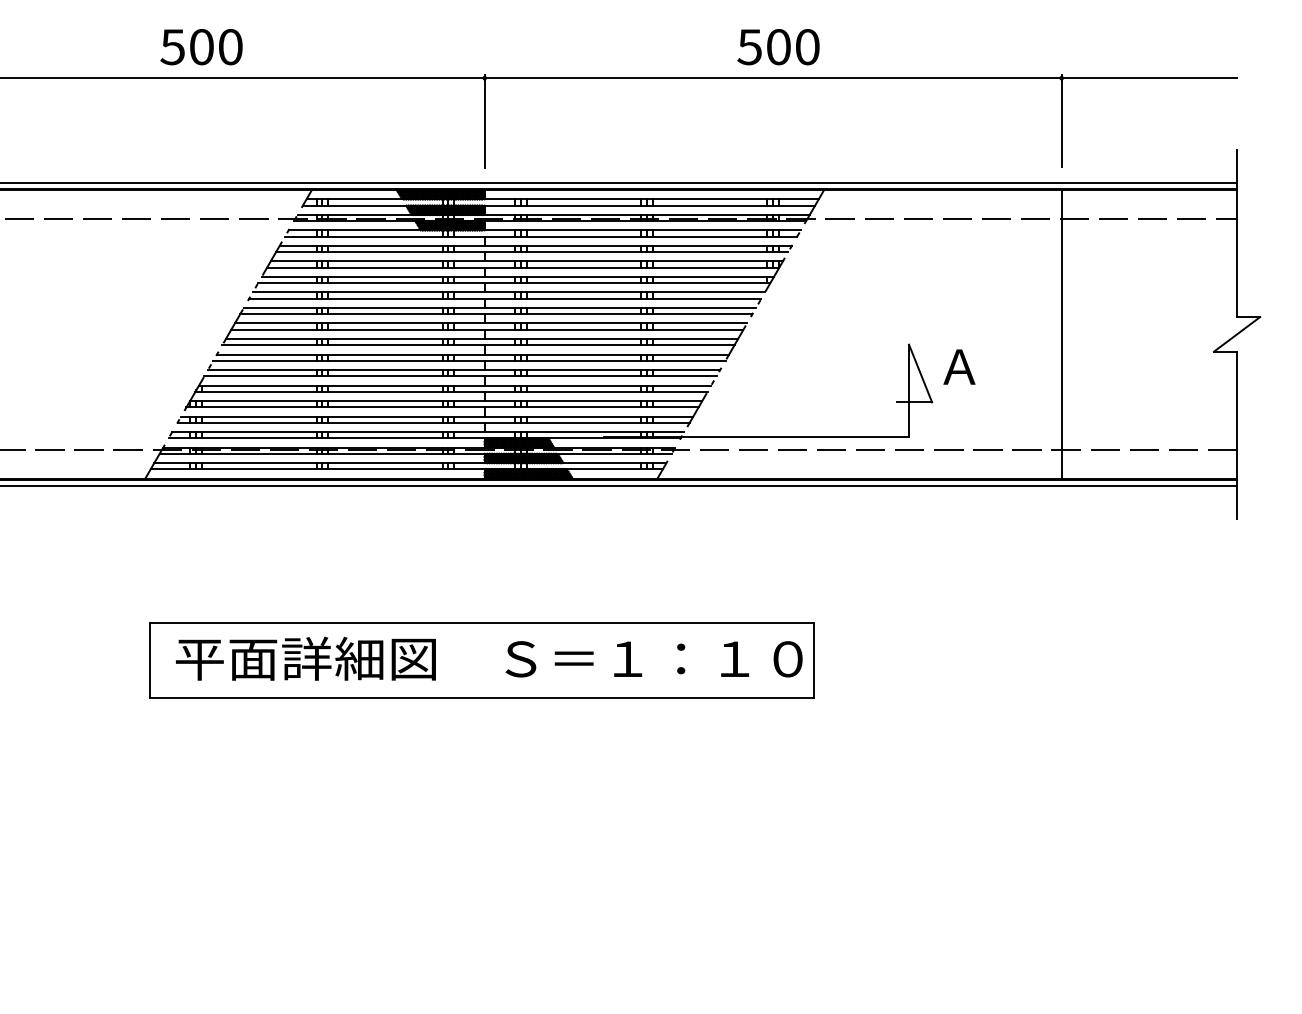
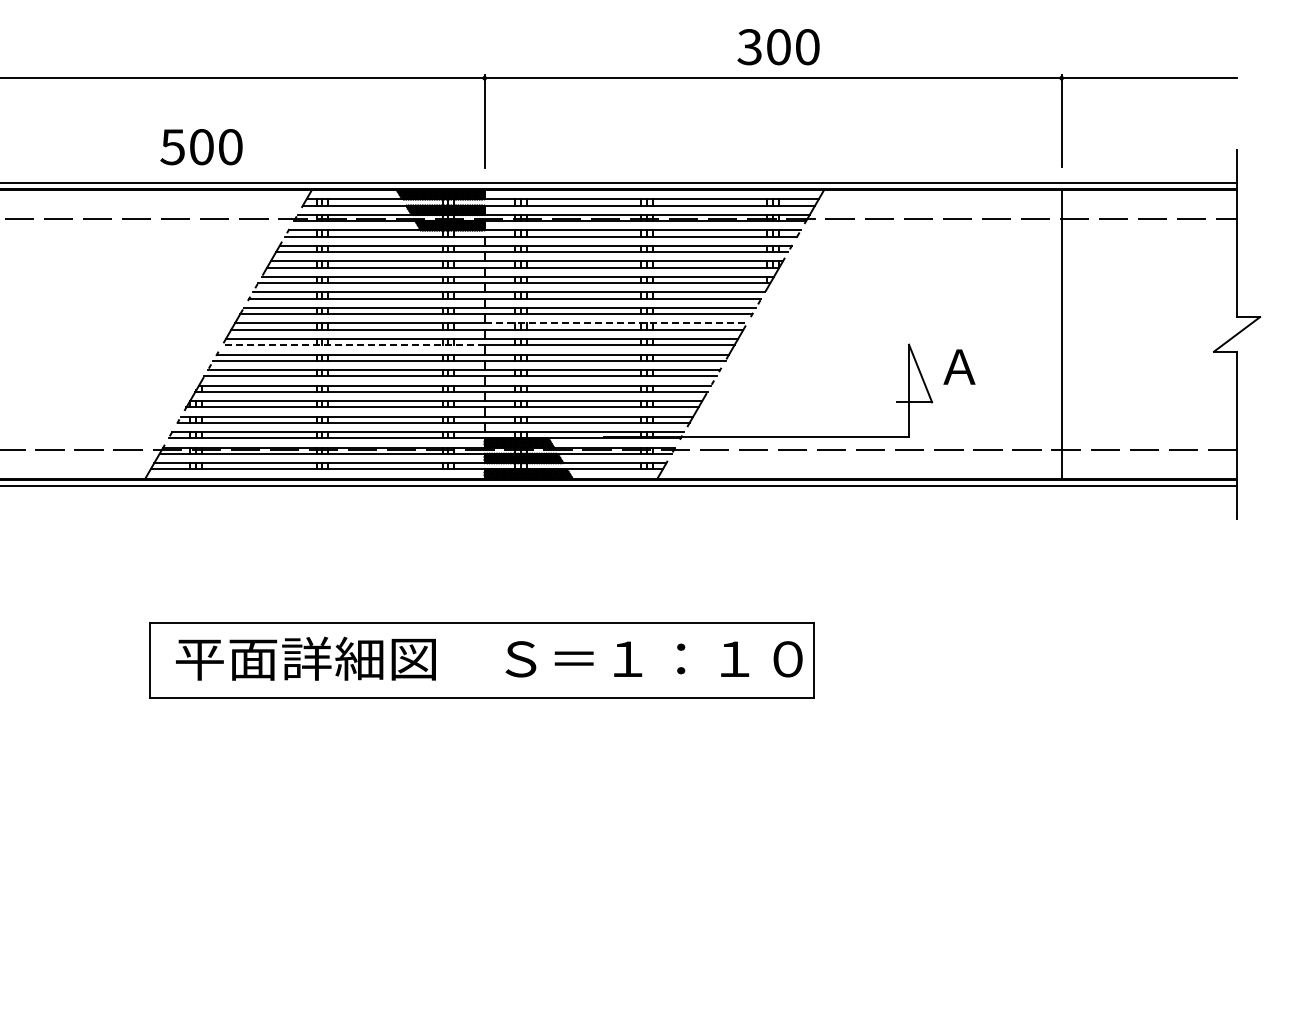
text at (201, 47) position: (201, 47) -> (201, 147)
text at (749, 47): 500 -> 300
line at (616, 323): solid -> dashed
line at (353, 345): solid -> dashed
